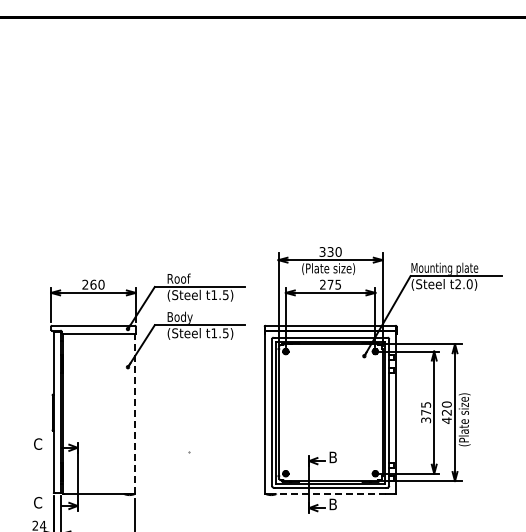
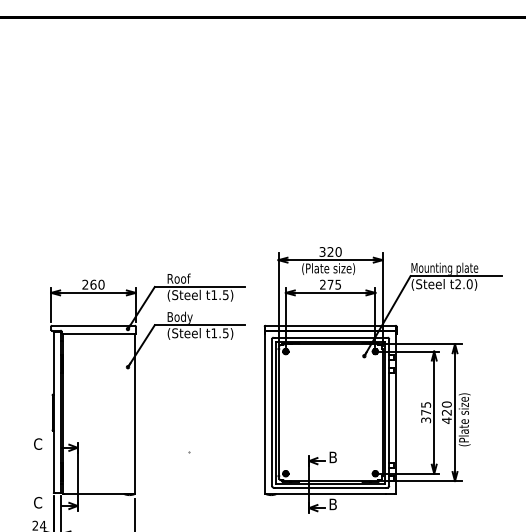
text at (330, 251): 330 -> 320
line at (135, 413): dashed -> solid
line at (330, 494): dashed -> solid
